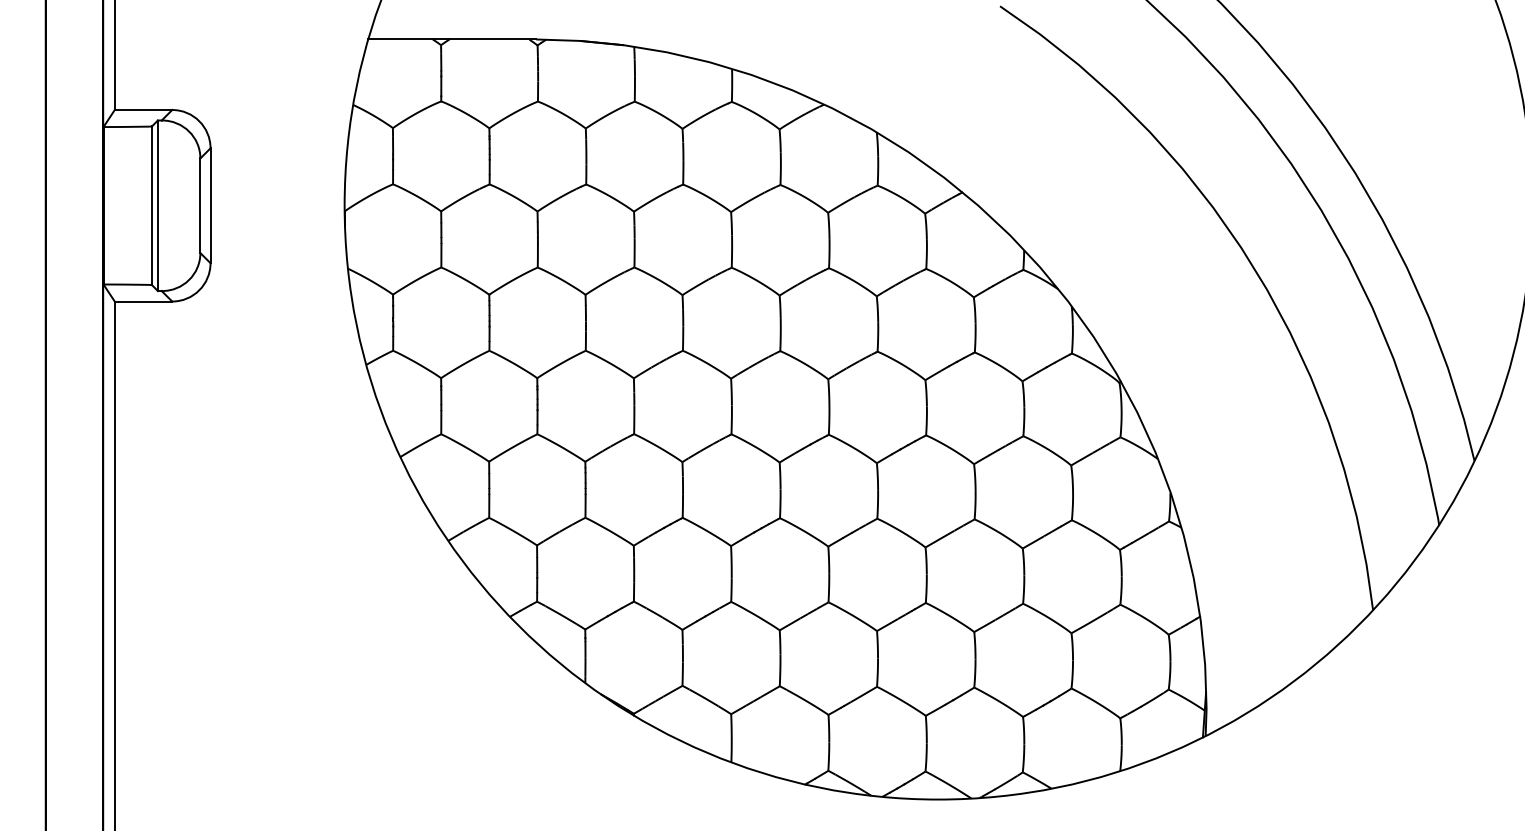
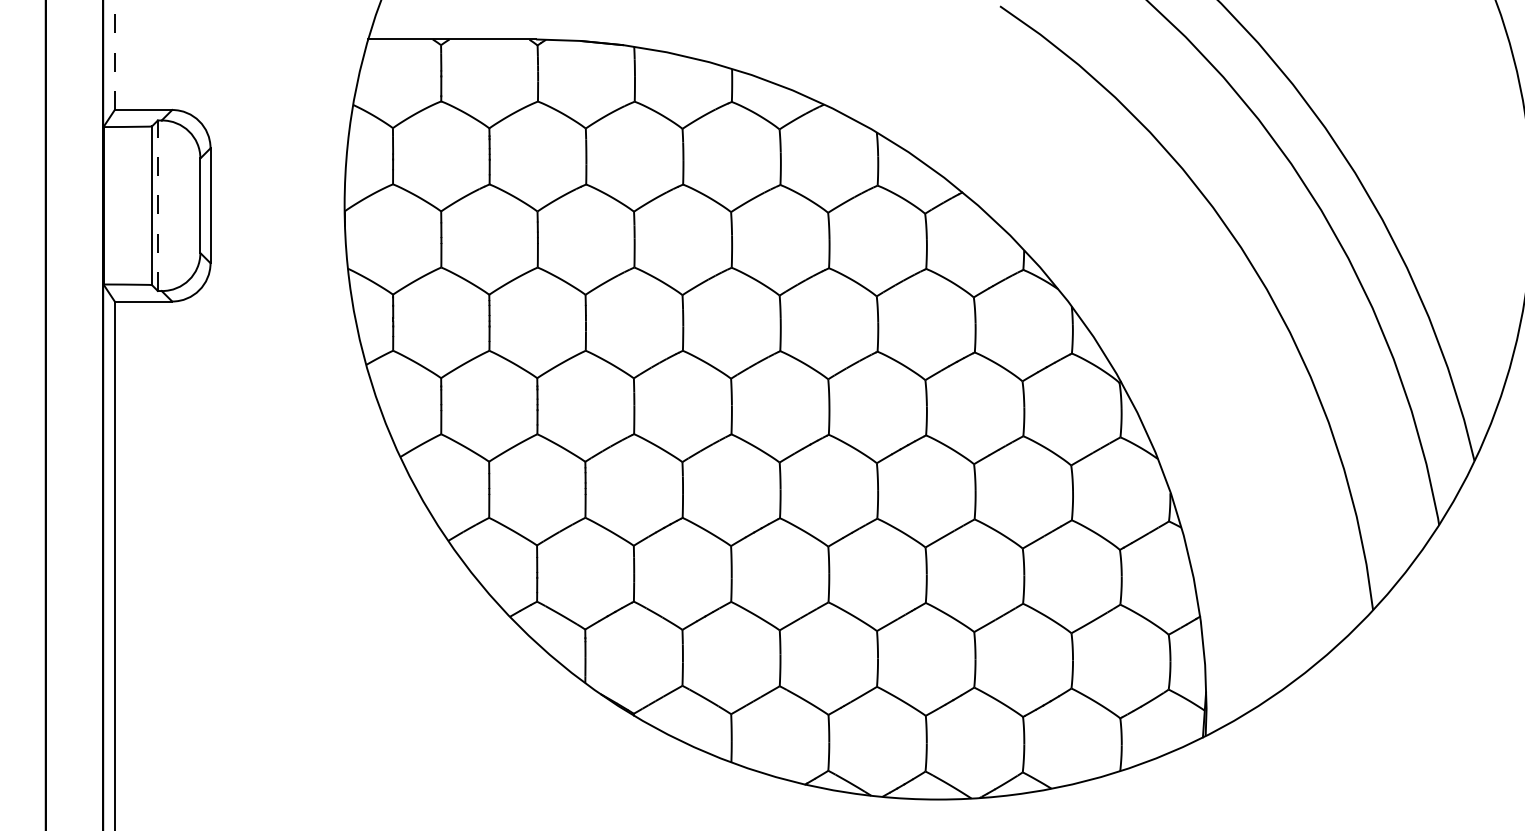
line at (114, 55): solid -> dashed
line at (157, 205): solid -> dashed
